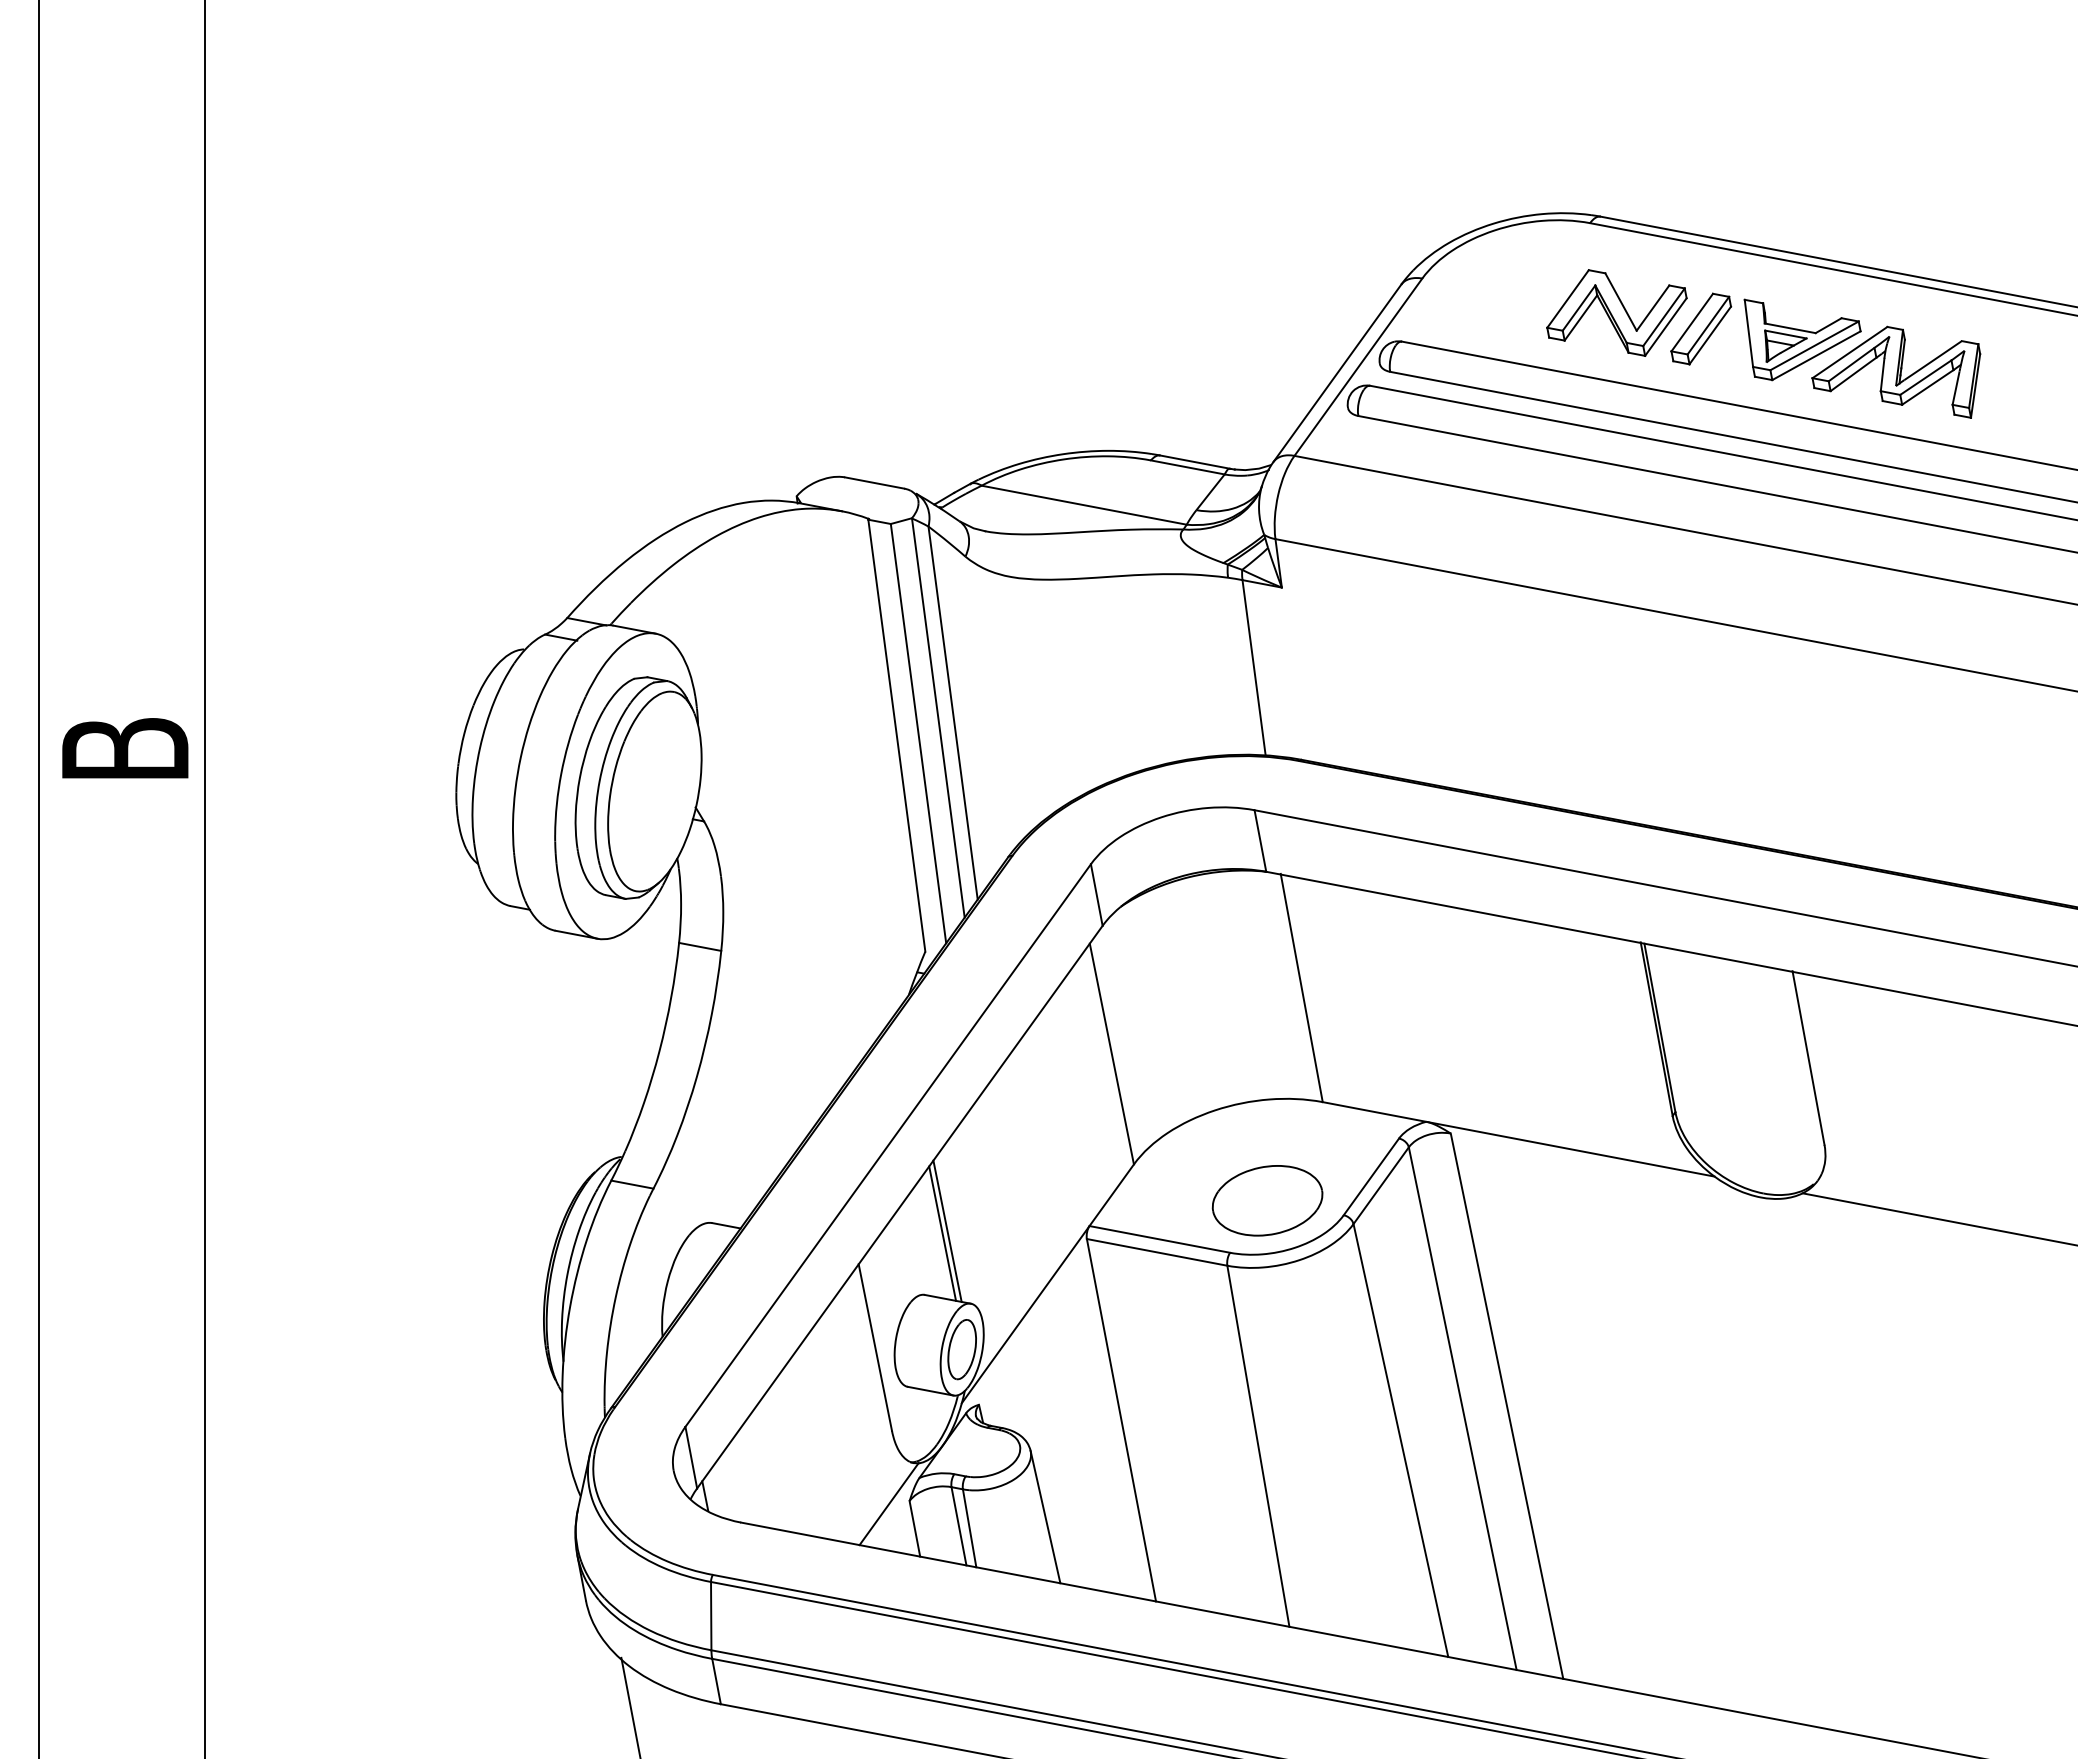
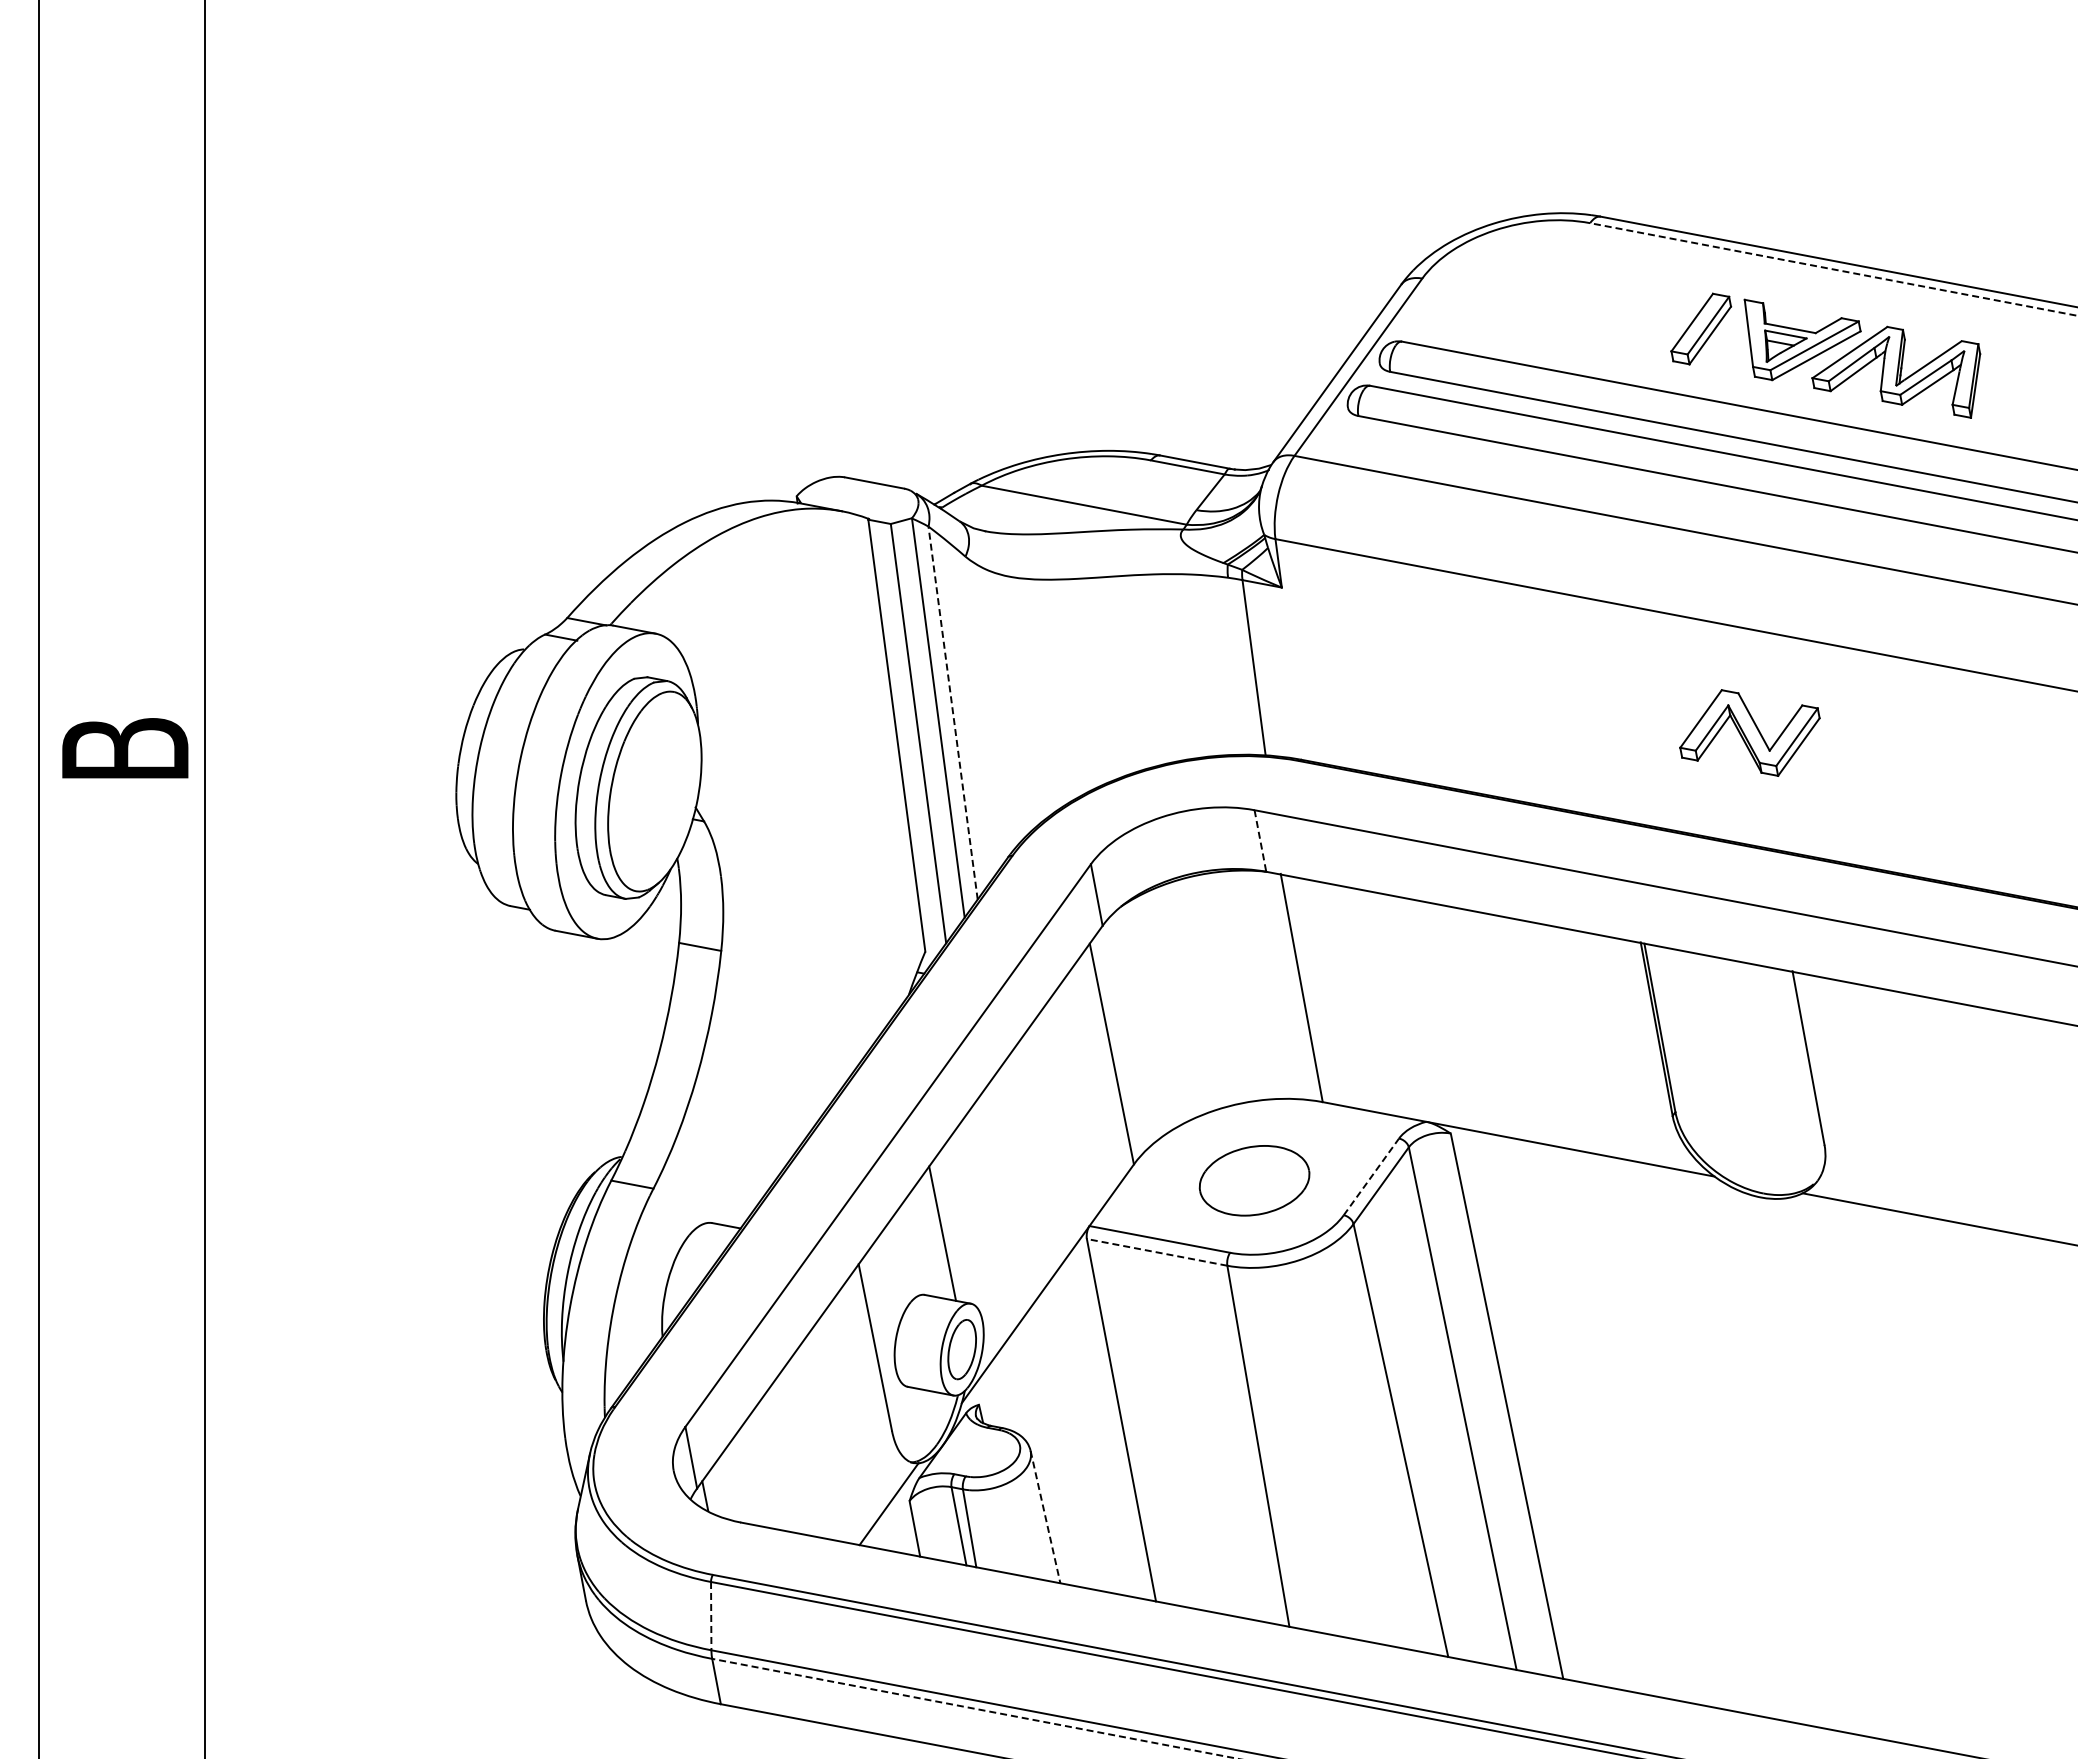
line at (1833, 269): solid -> dashed
part at (1616, 312) position: (1616, 312) -> (1749, 732)
line at (953, 712): solid -> dashed
line at (1260, 841): solid -> dashed
line at (1371, 1176): solid -> dashed
part at (1267, 1200) position: (1267, 1200) -> (1254, 1180)
line at (947, 1230): present -> none
line at (1156, 1252): solid -> dashed
line at (1045, 1517): solid -> dashed
line at (711, 1616): solid -> dashed
line at (630, 1706): present -> none
line at (975, 1708): solid -> dashed
